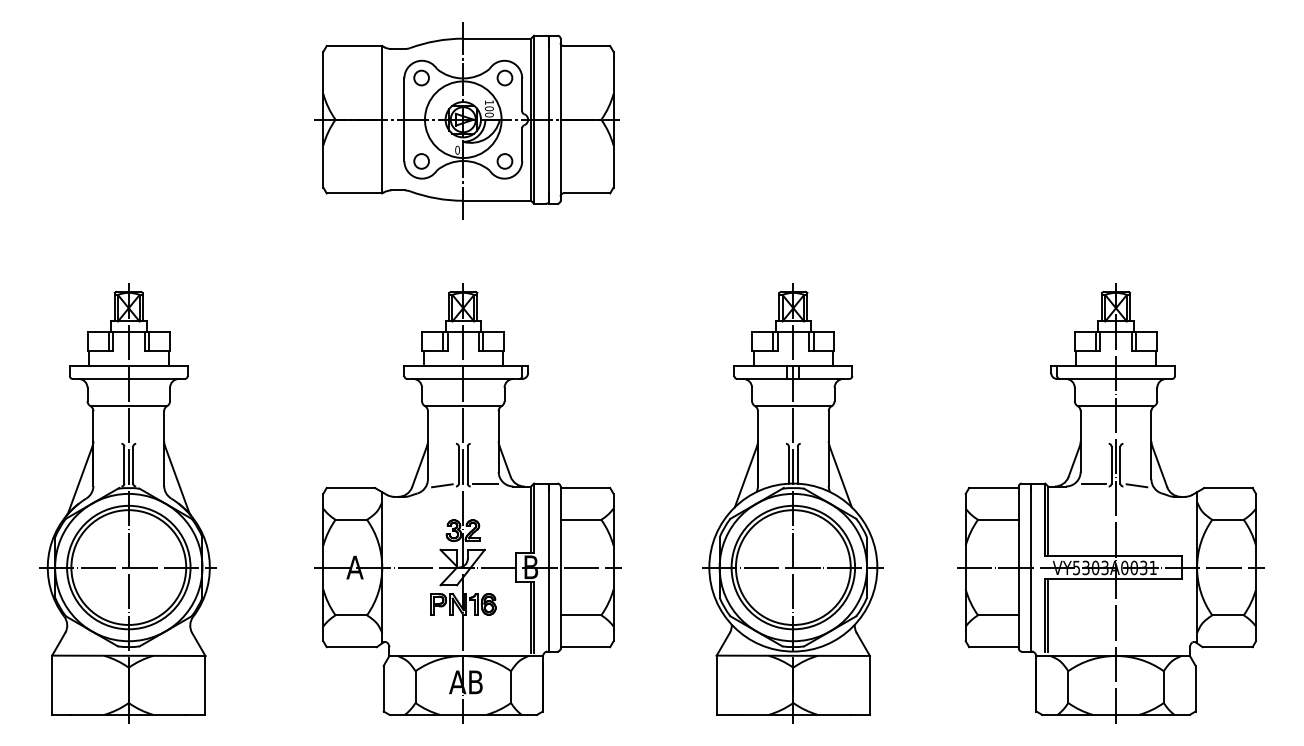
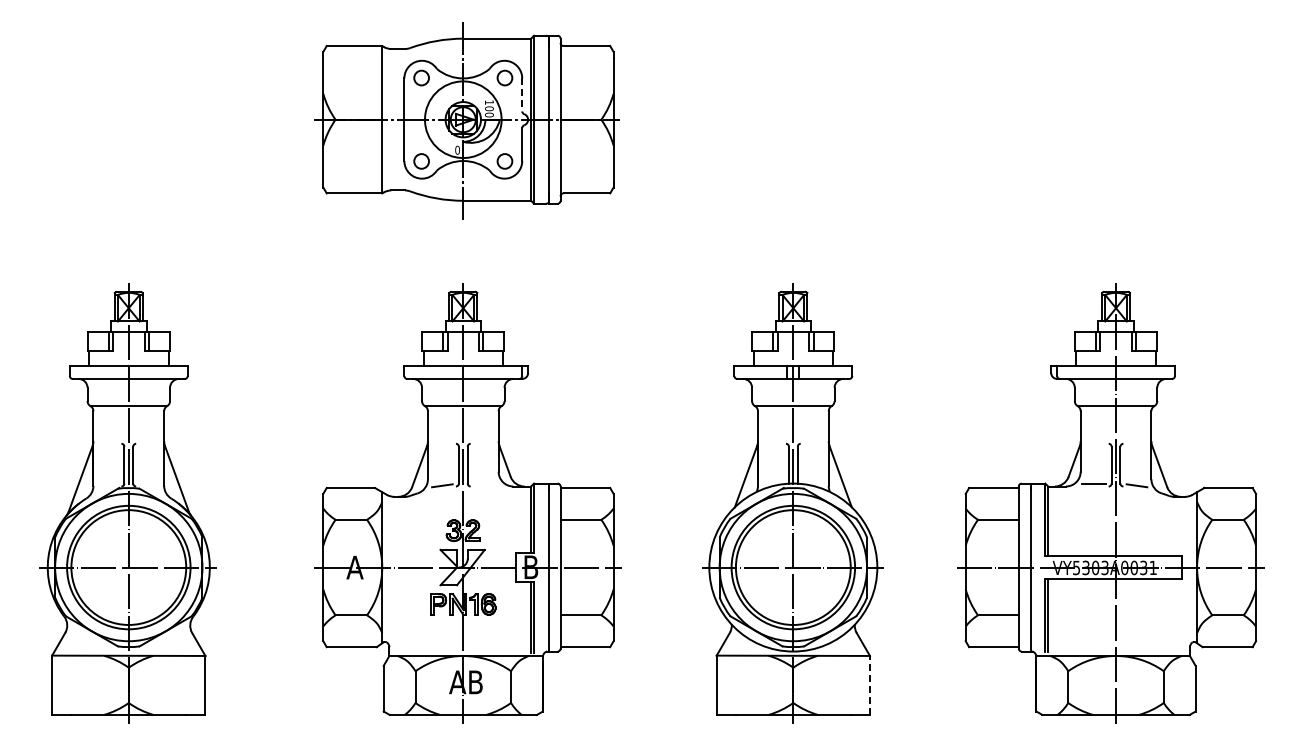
line at (522, 95): solid -> dashed
line at (485, 483): present -> none
line at (869, 684): solid -> dashed
